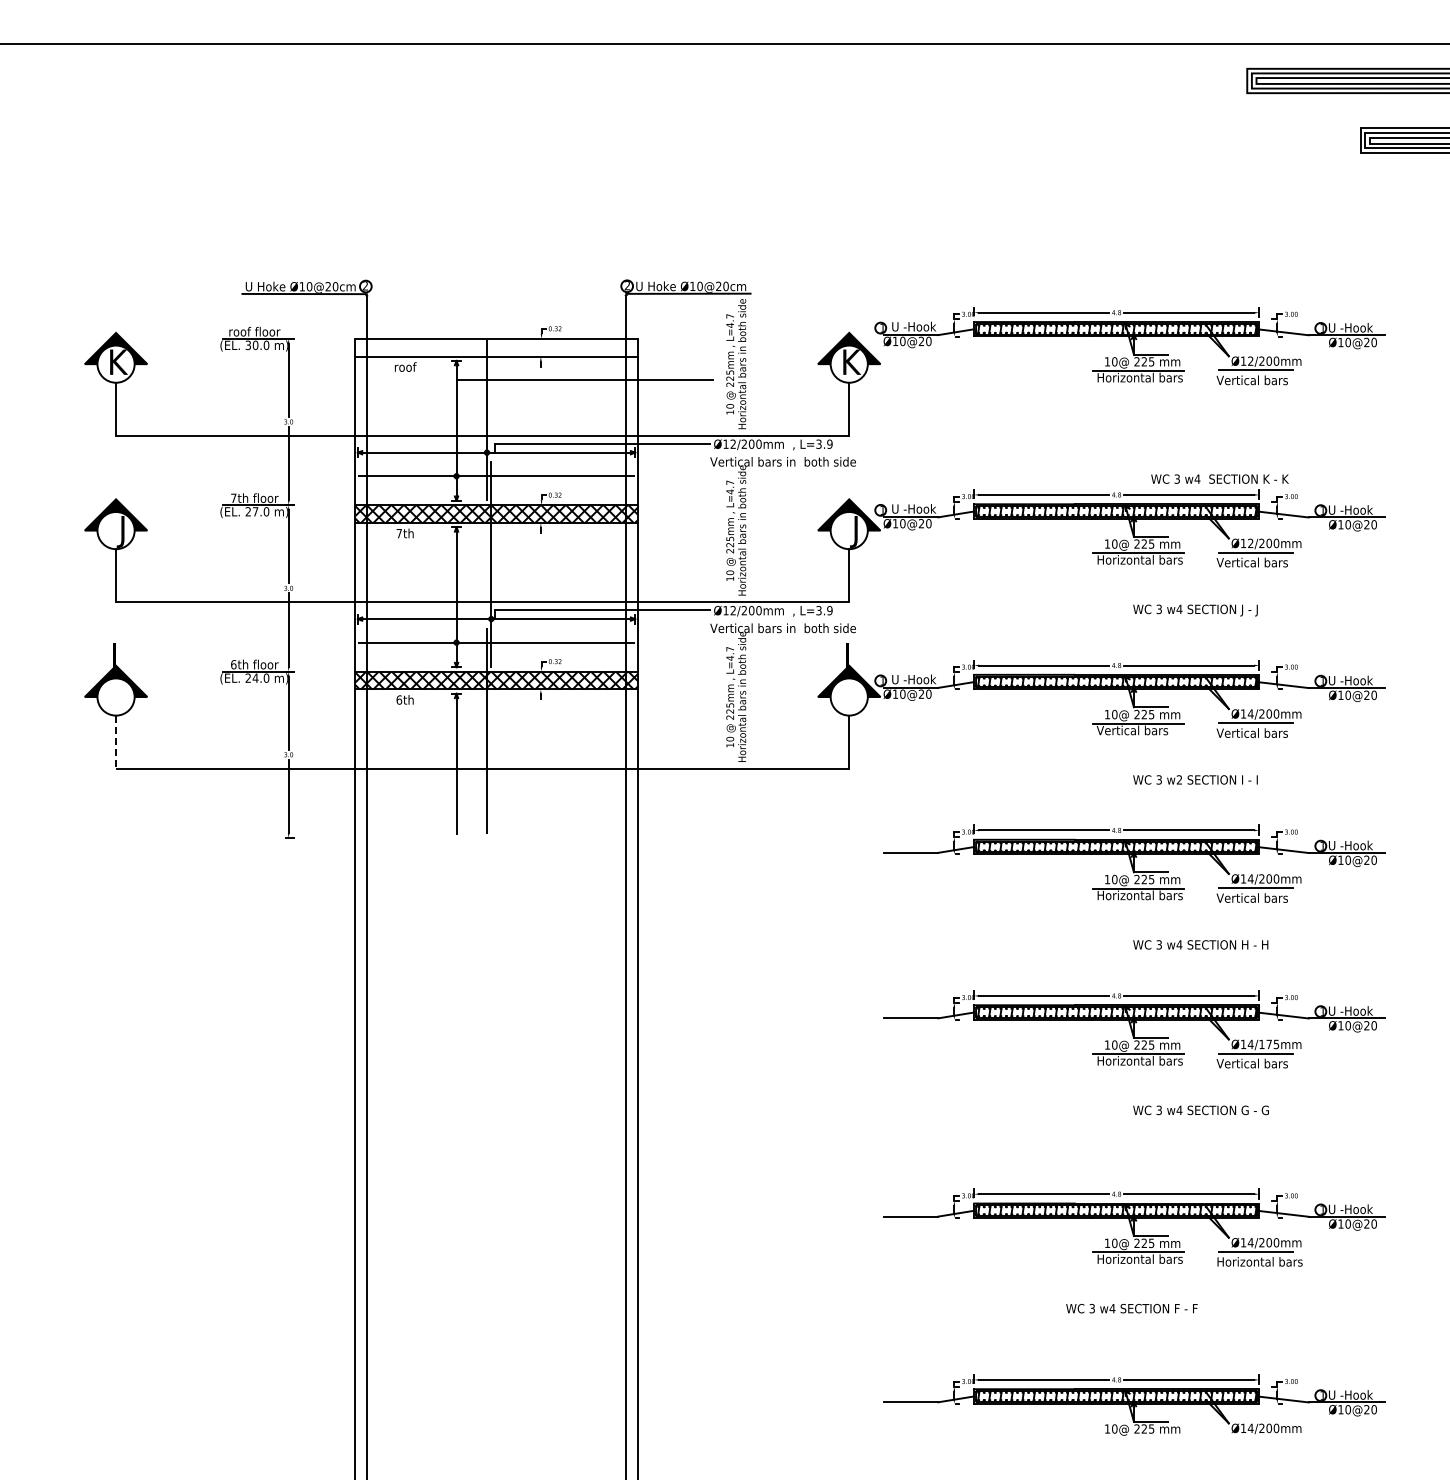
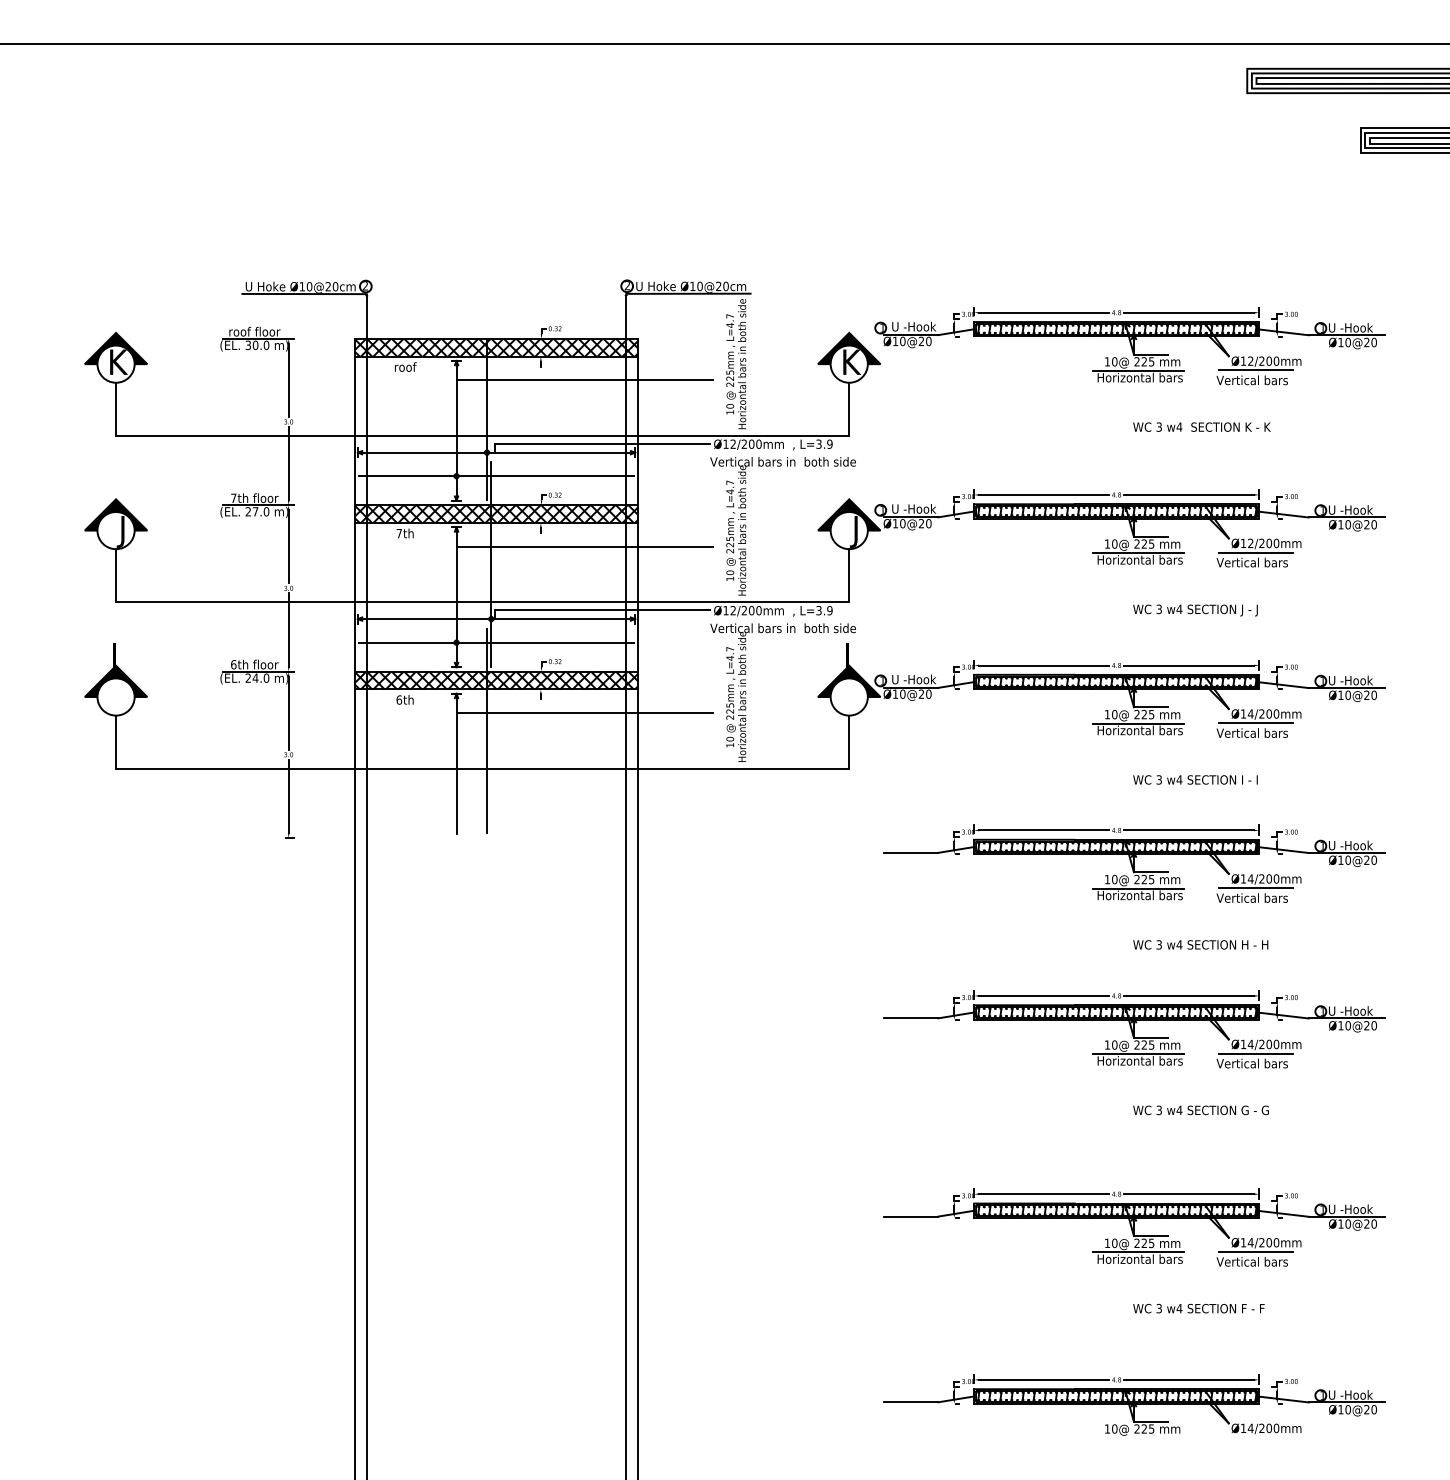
hatch at (496, 347): none -> present
text at (1219, 478) position: (1219, 478) -> (1201, 426)
line at (584, 546): none -> present
line at (584, 713): none -> present
text at (1139, 730): Vertical bars -> Horizontal bars
line at (116, 742): dashed -> solid
text at (1179, 779): w2 -> w4
text at (1269, 1044): Ø14/175mm -> Ø14/200mm
text at (1259, 1261): Horizontal bars -> Vertical bars
text at (1131, 1308) position: (1131, 1308) -> (1198, 1308)
